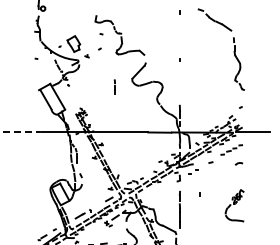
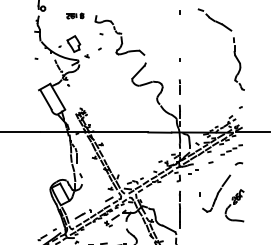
part at (75, 15): none -> present
line at (114, 86) position: (114, 86) -> (179, 86)
line at (20, 132): dashed -> solid
part at (216, 193): none -> present
